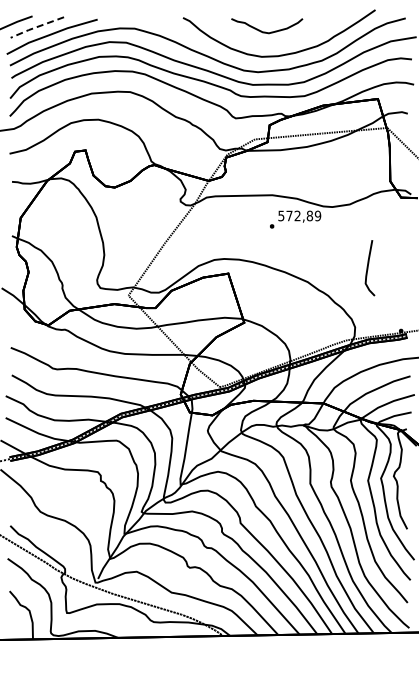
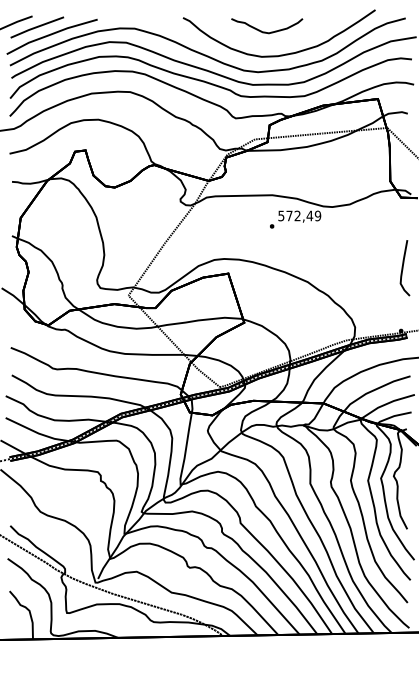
line at (36, 27): dashed -> solid
text at (309, 215): 572,89 -> 572,49
curve at (368, 268) position: (368, 268) -> (403, 268)
